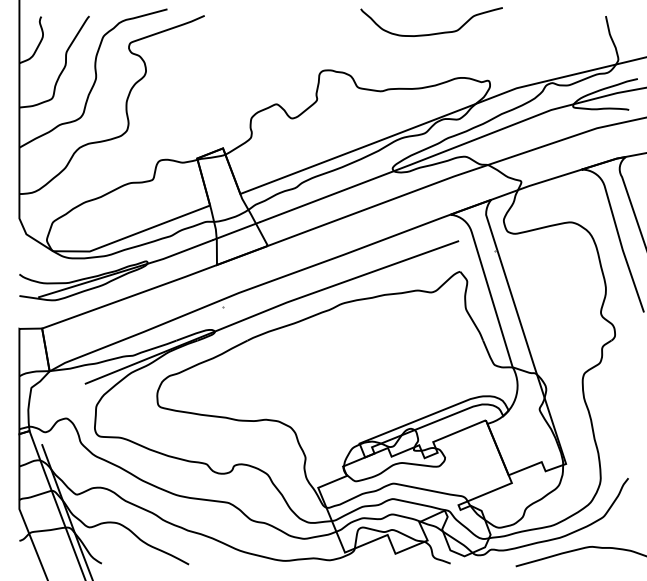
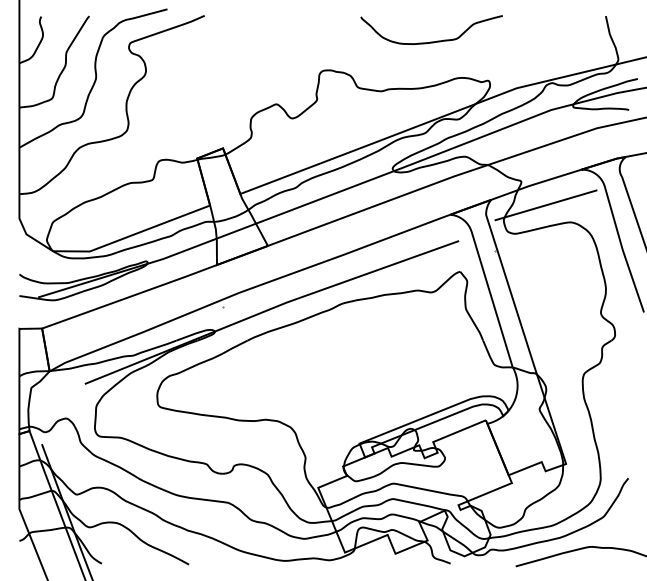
curve at (431, 33) position: (431, 33) -> (431, 41)
line at (545, 205): none -> present
